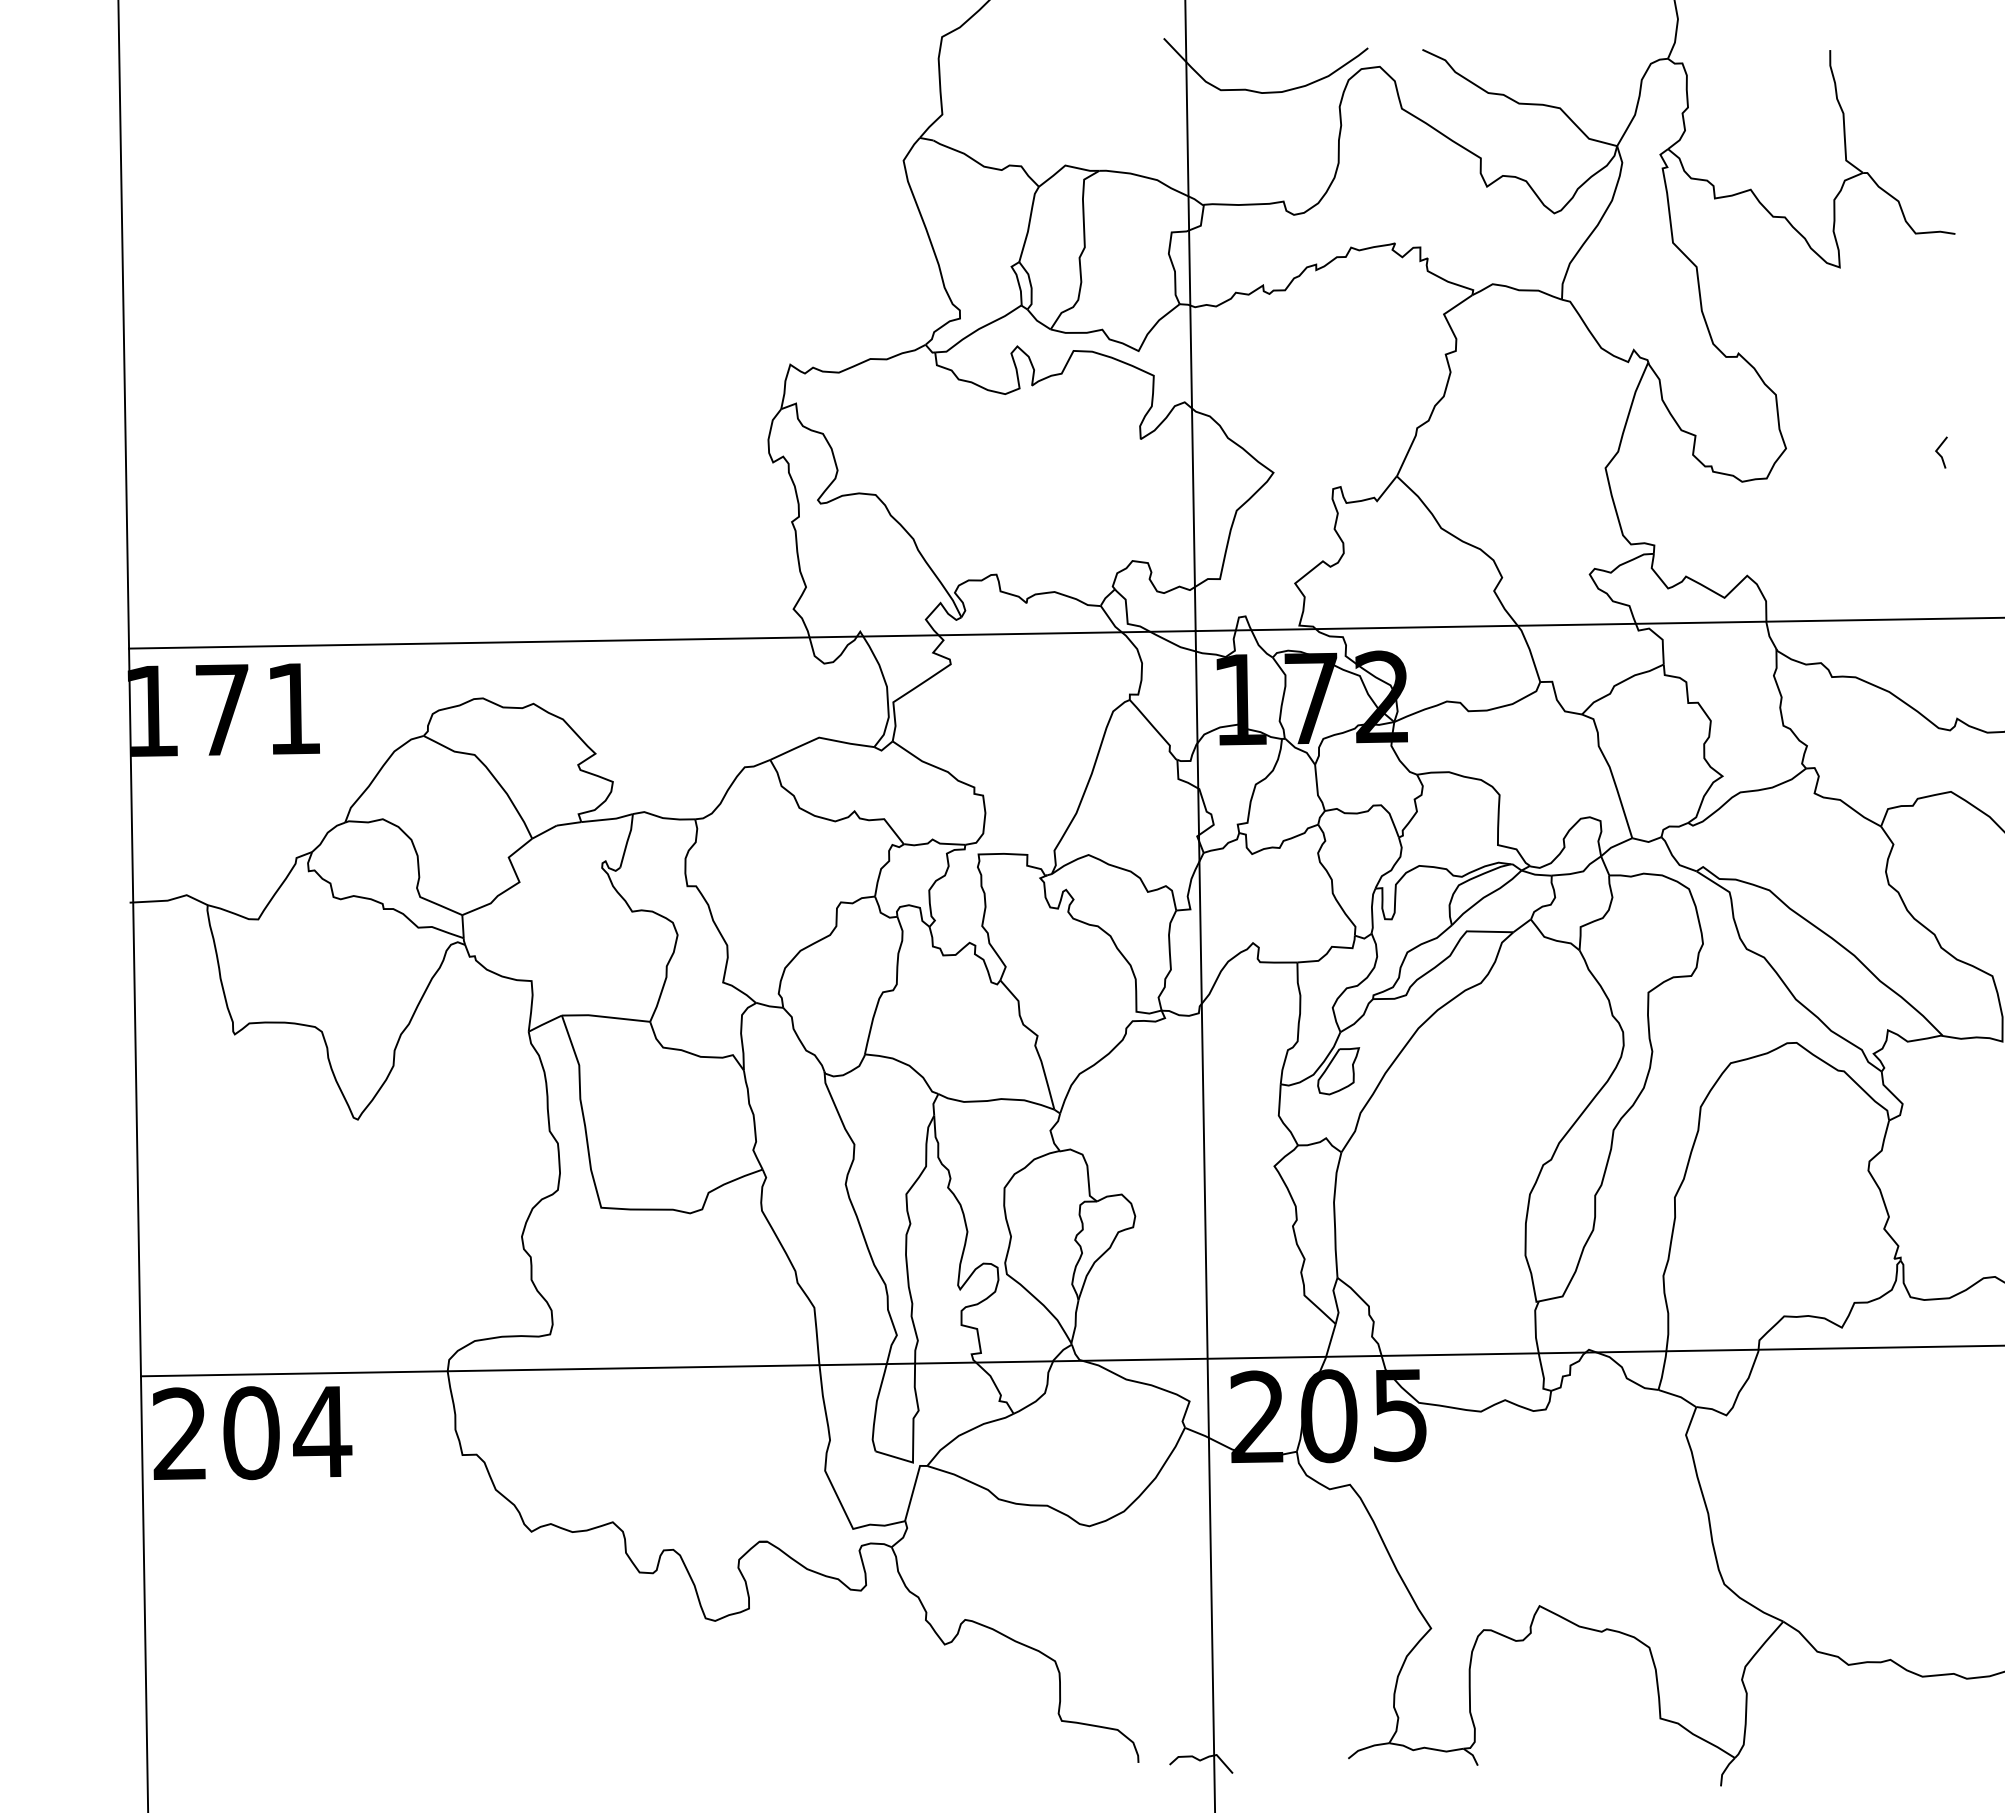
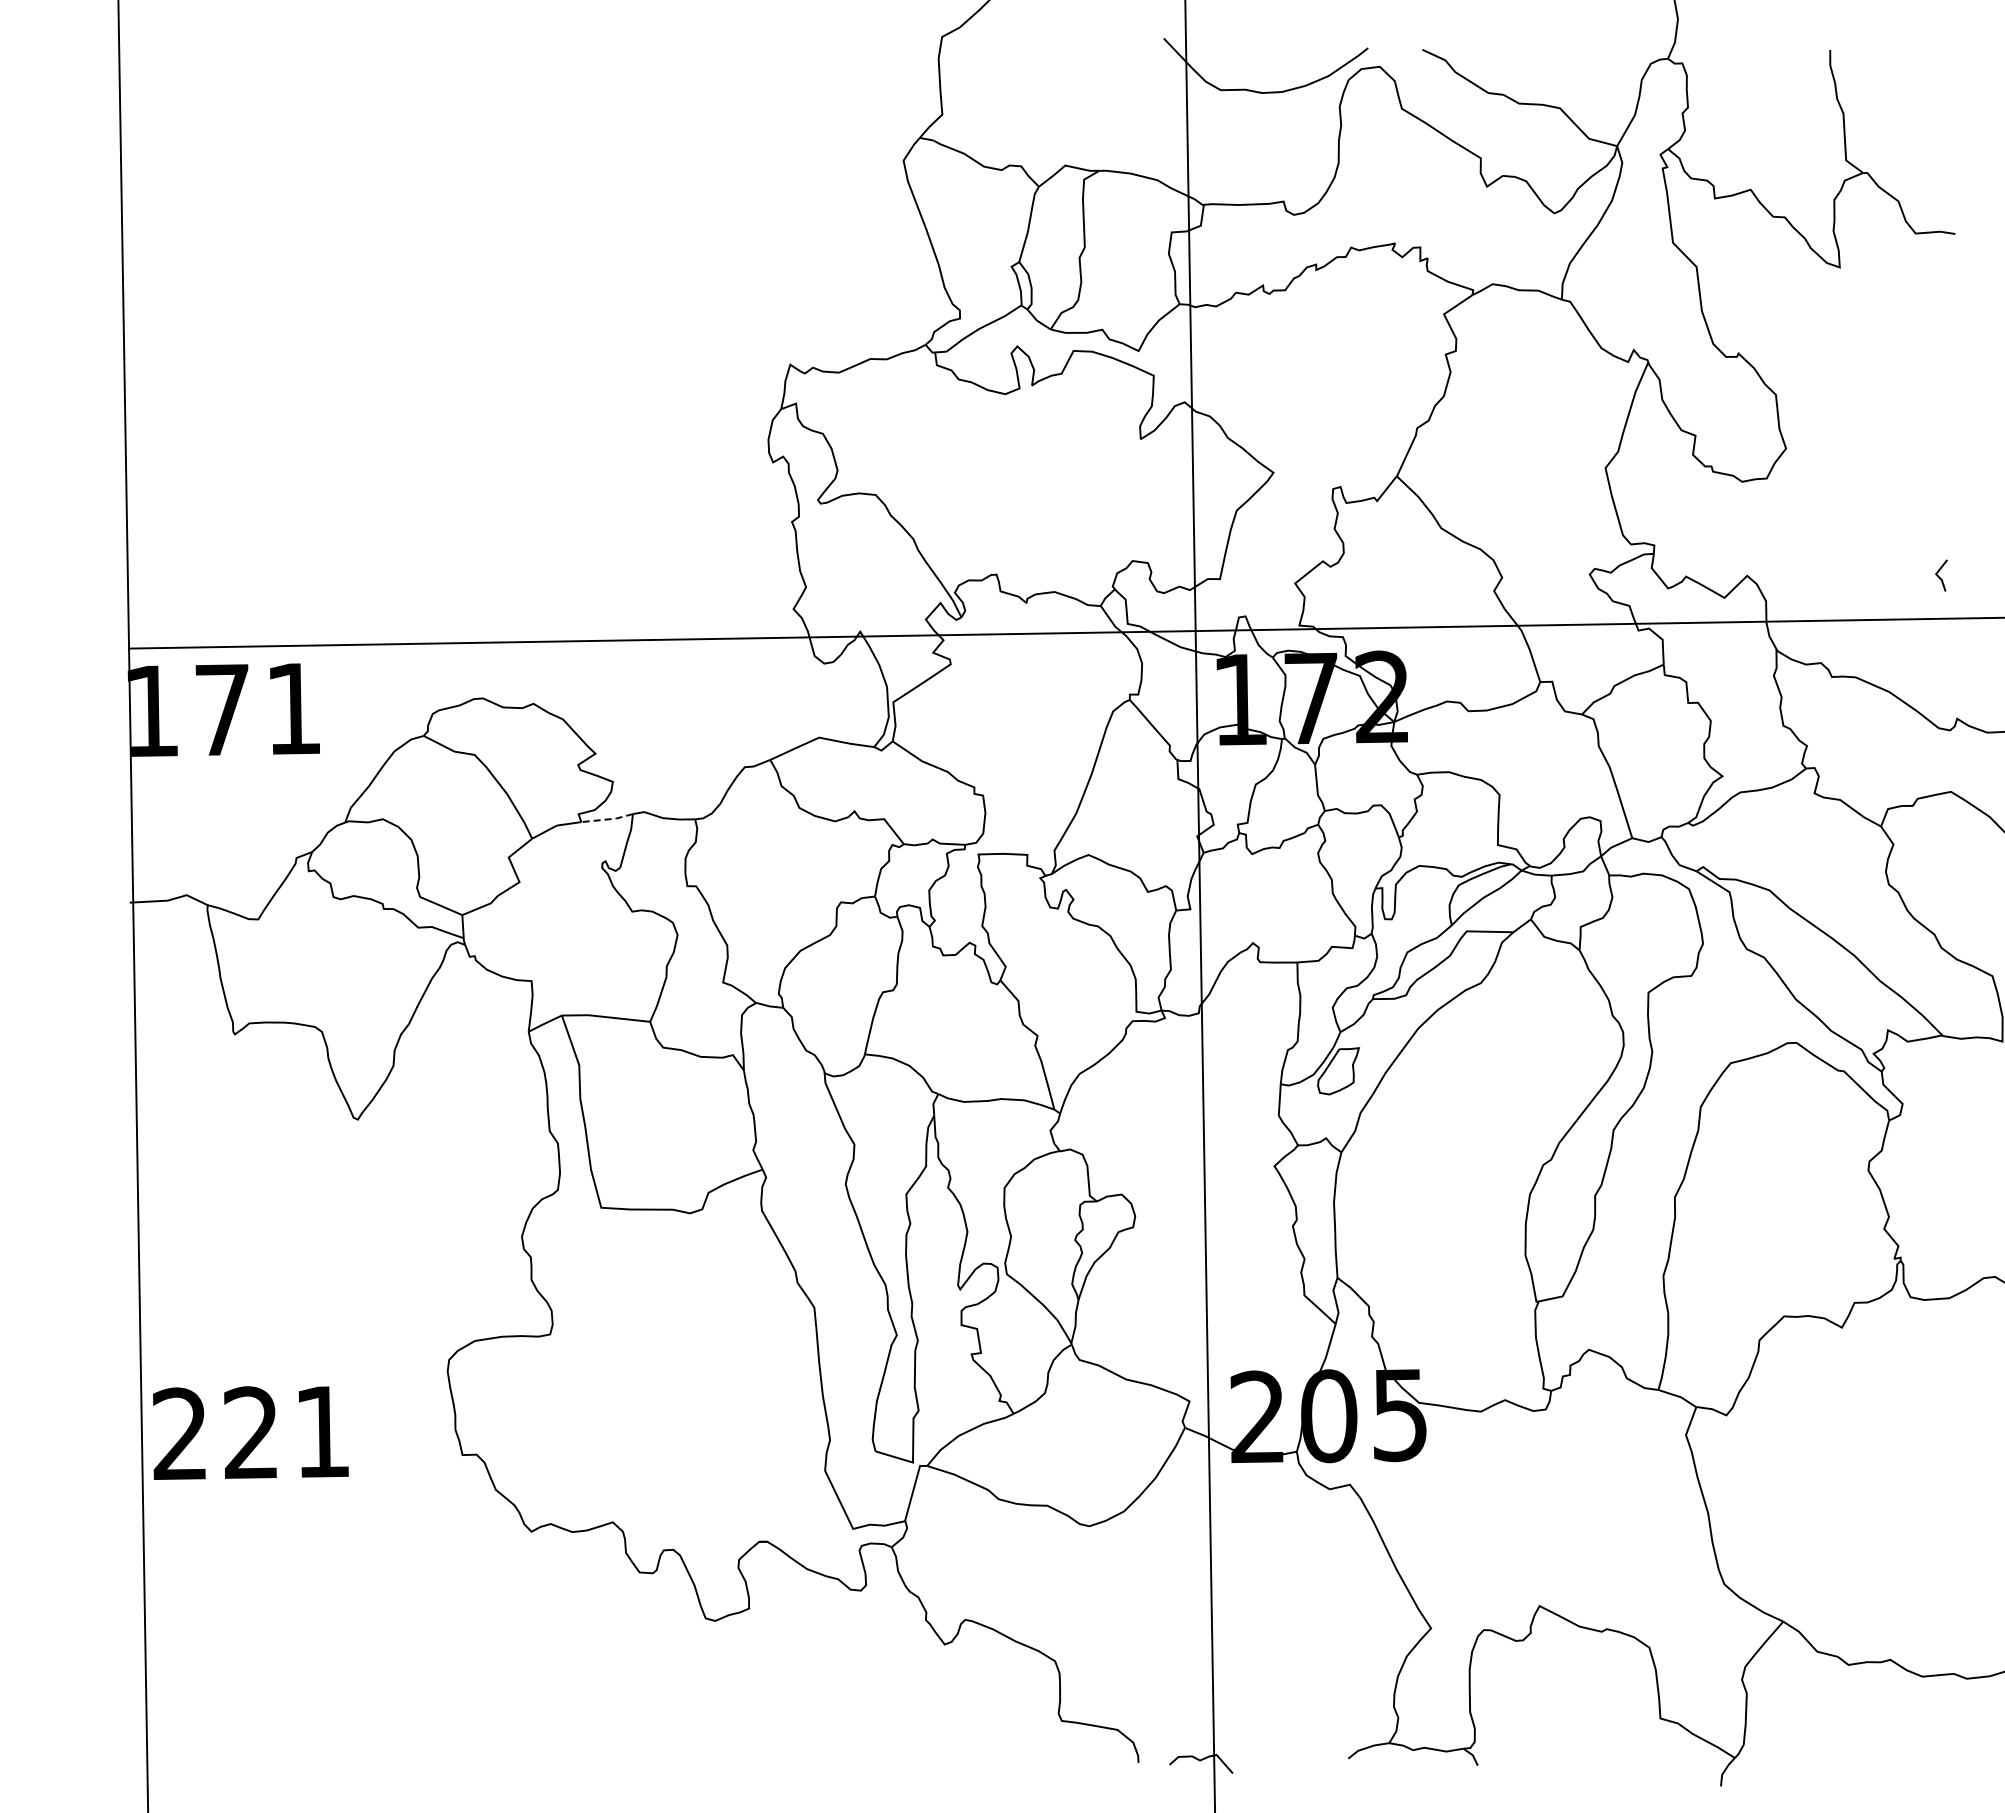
line at (1939, 453) position: (1939, 453) -> (1939, 576)
line at (607, 819): solid -> dashed
line at (1070, 1360): present -> none
text at (287, 1433): 204 -> 221
